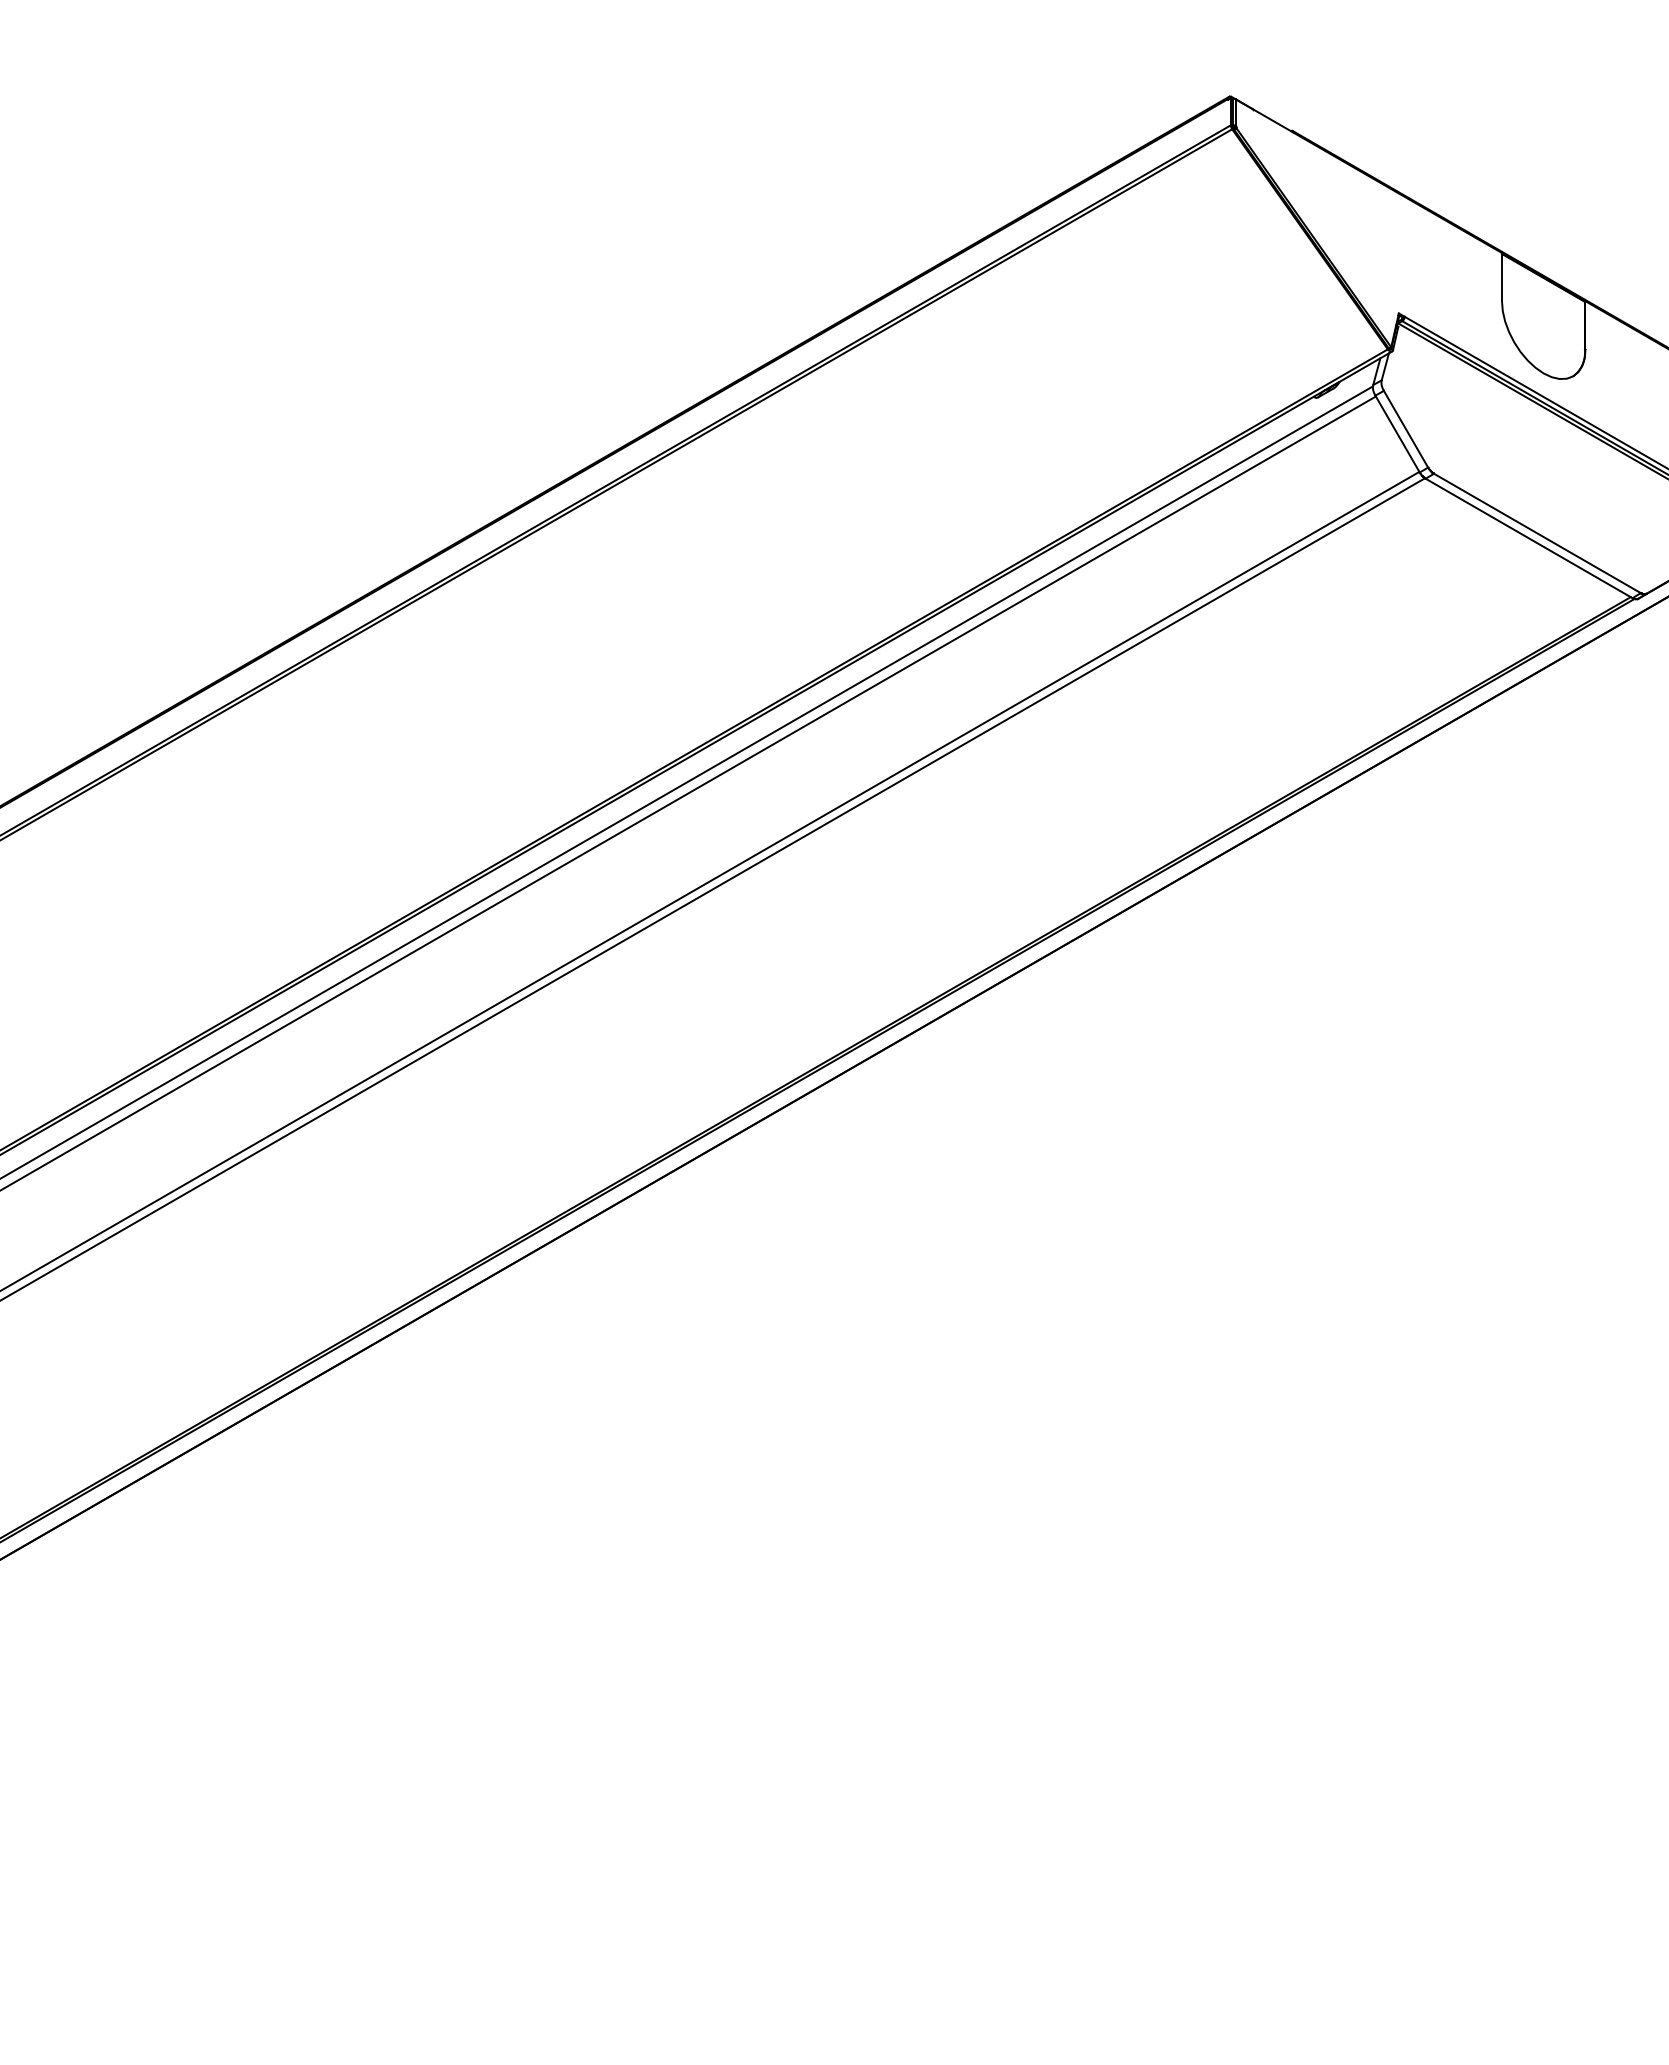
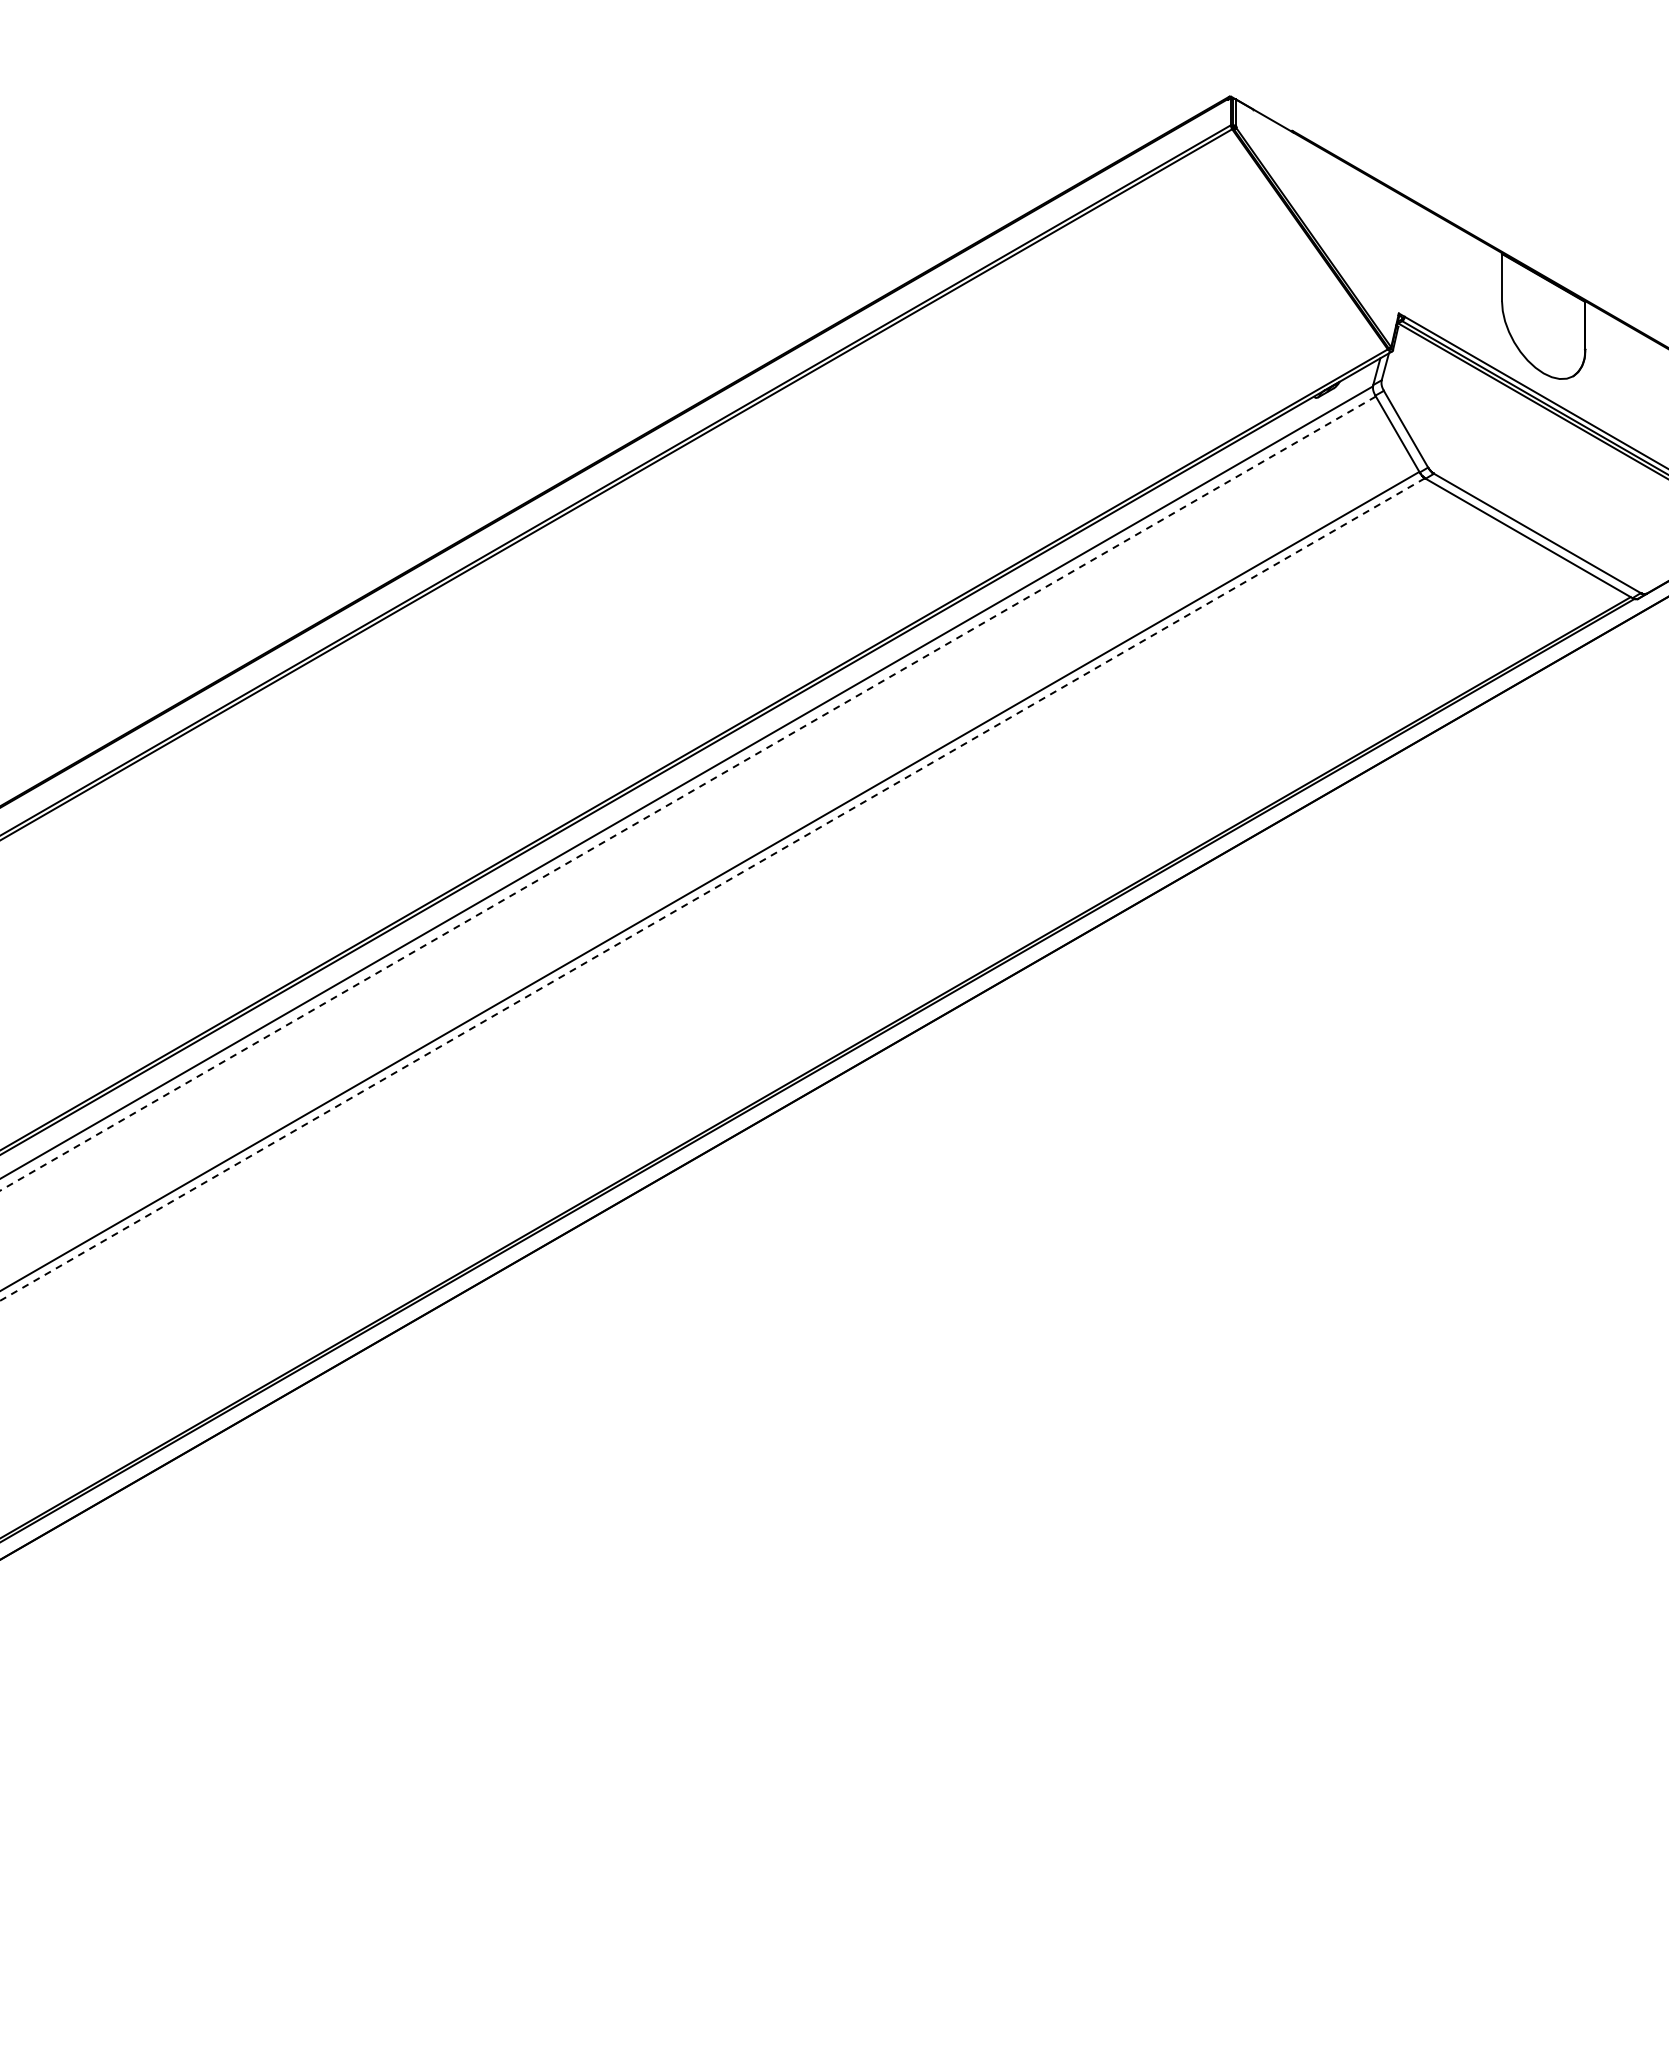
line at (688, 793): solid -> dashed
line at (712, 889): solid -> dashed
